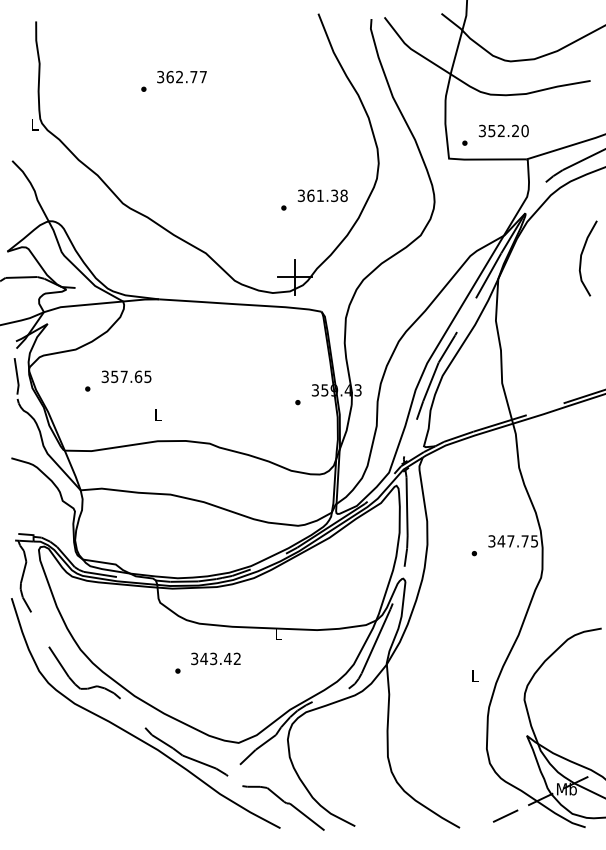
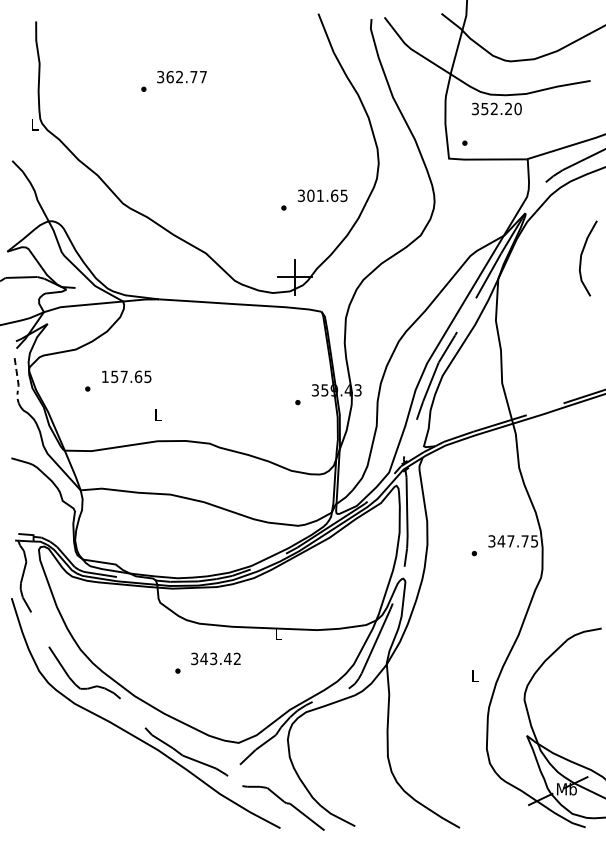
text at (503, 130) position: (503, 130) -> (496, 108)
text at (327, 195): 361.38 -> 301.65
text at (104, 376): 357.65 -> 157.65
line at (17, 377): solid -> dashed
line at (505, 815): present -> none
